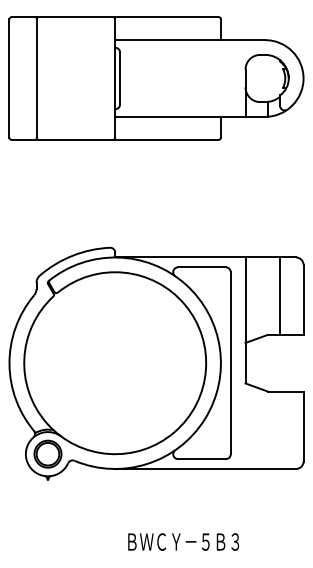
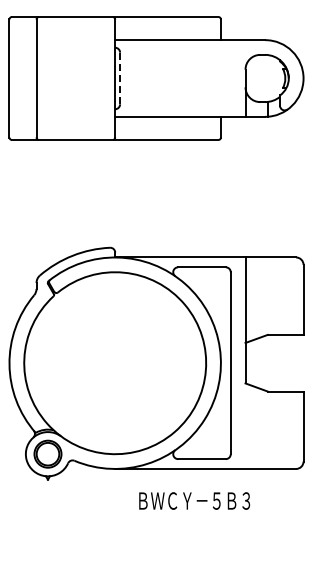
line at (120, 78): solid -> dashed
line at (279, 295): present -> none
text at (183, 541) position: (183, 541) -> (194, 500)
